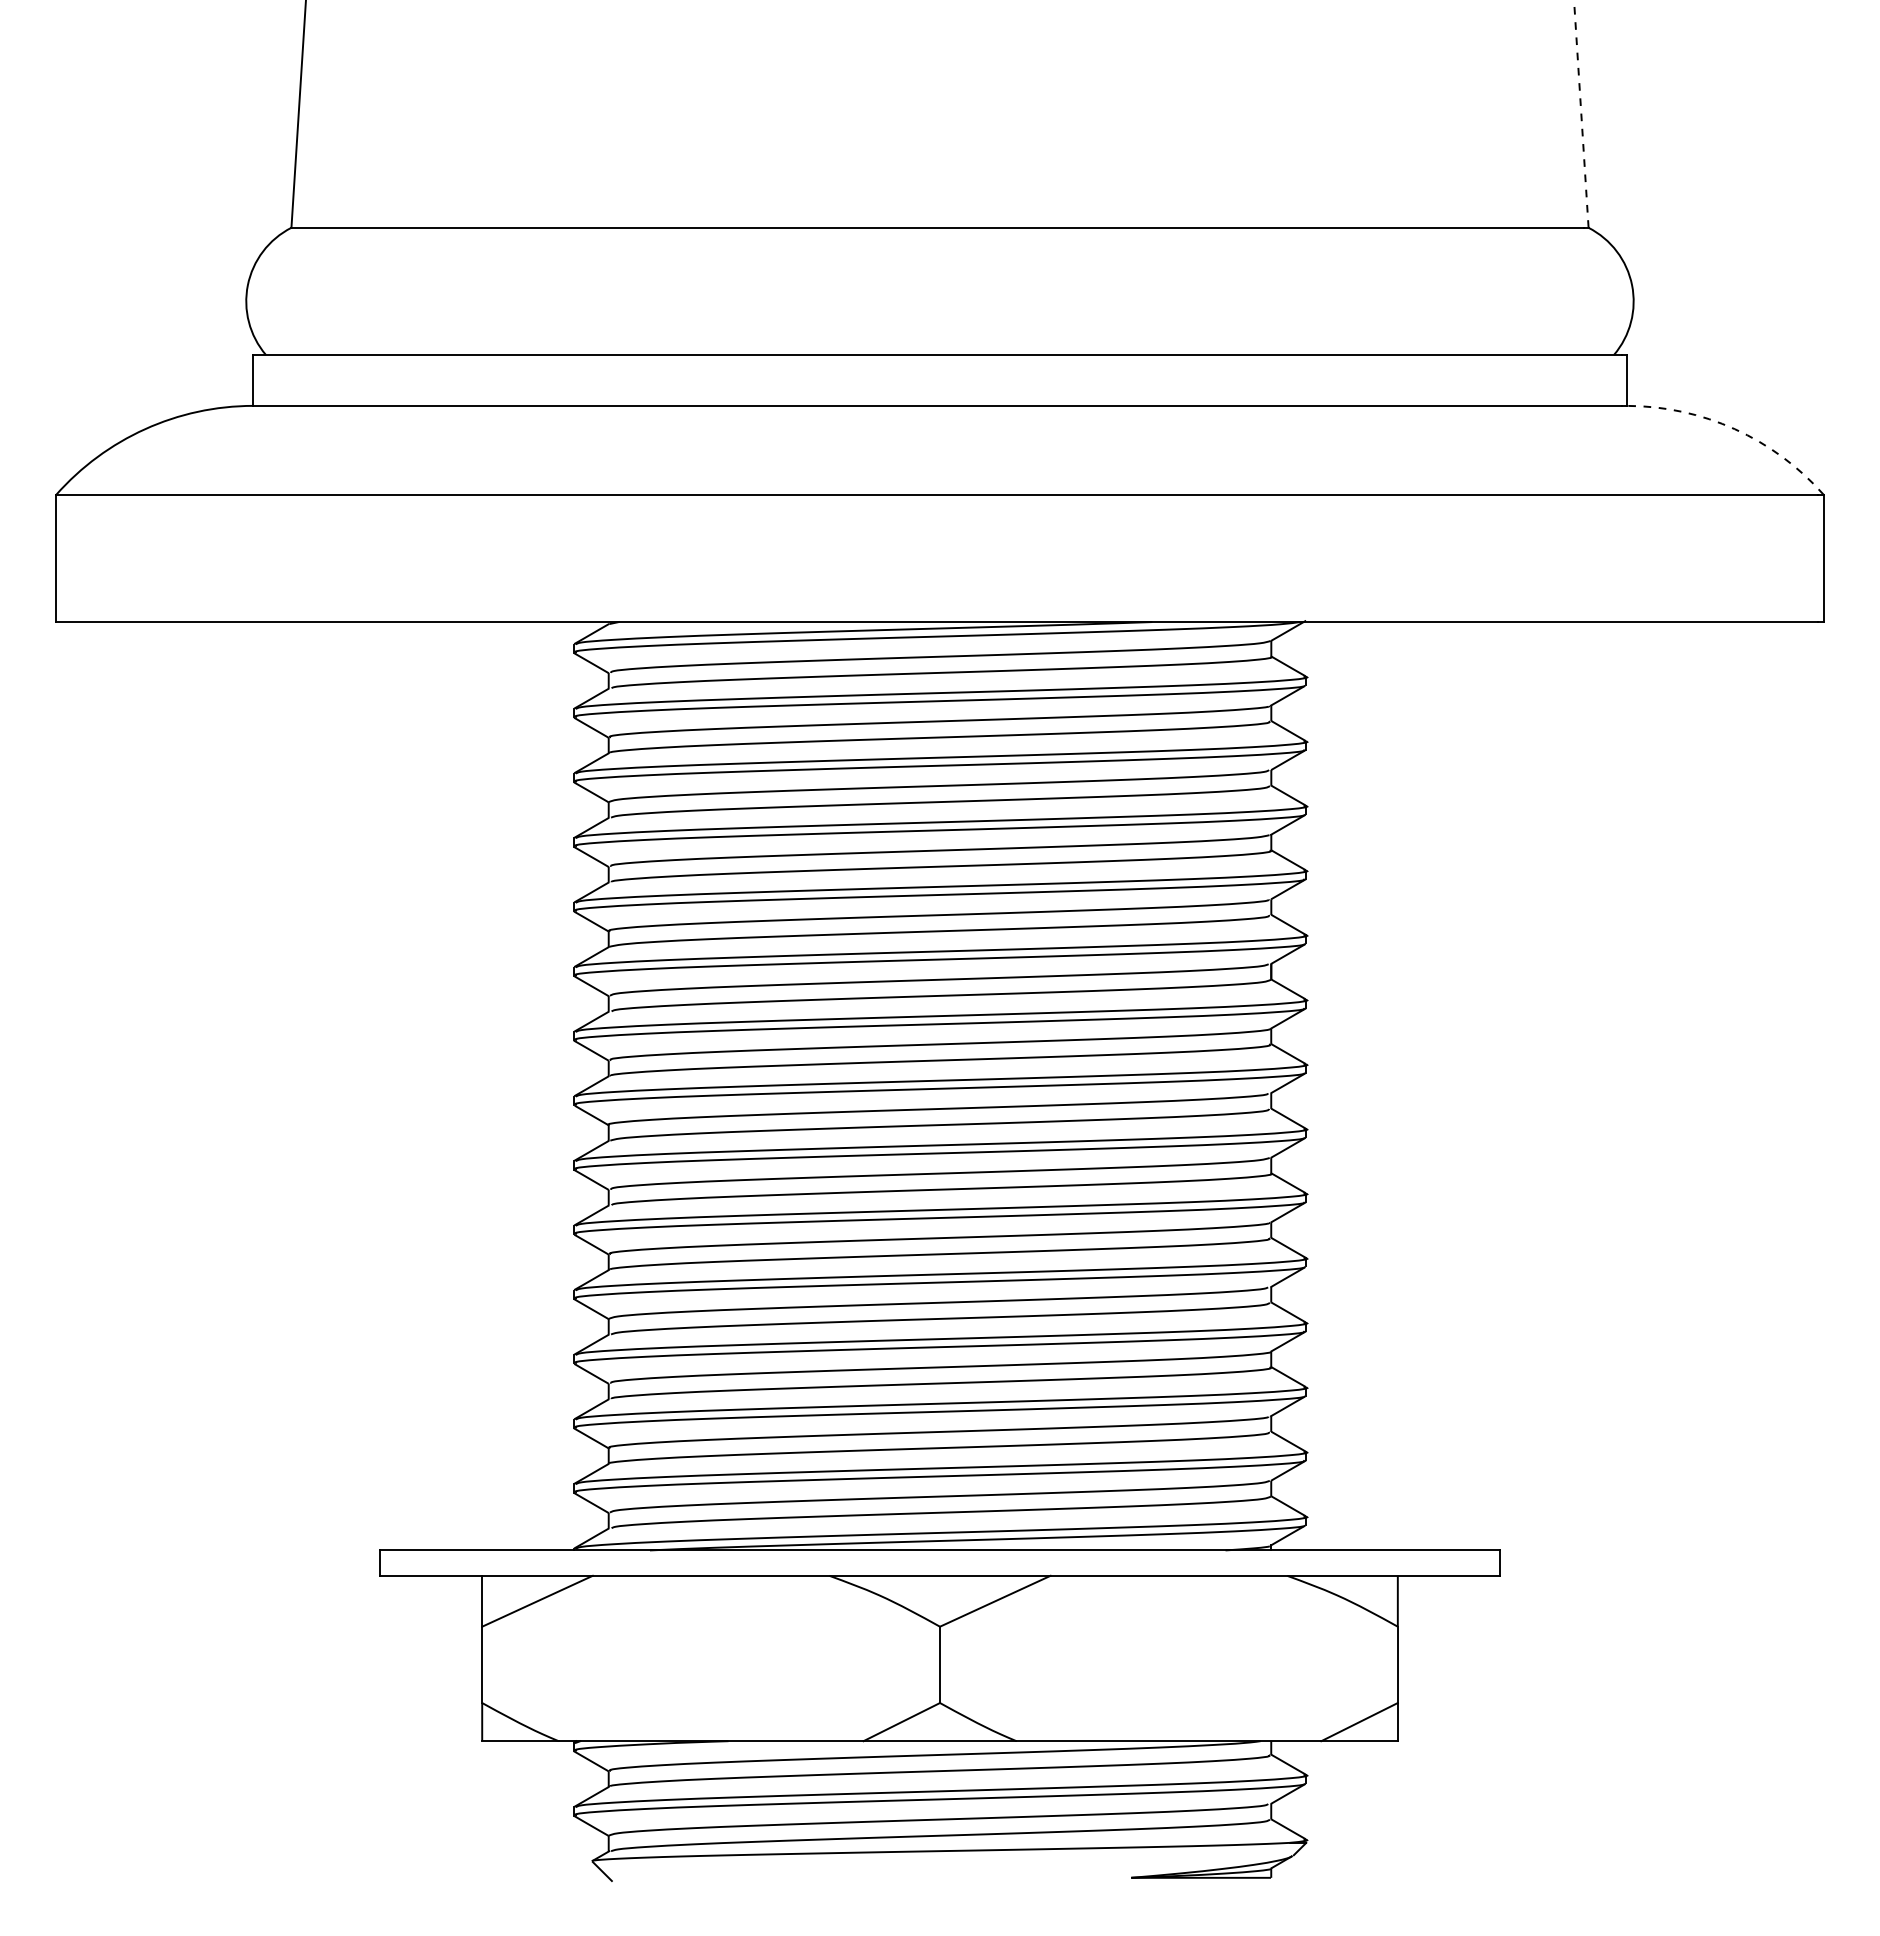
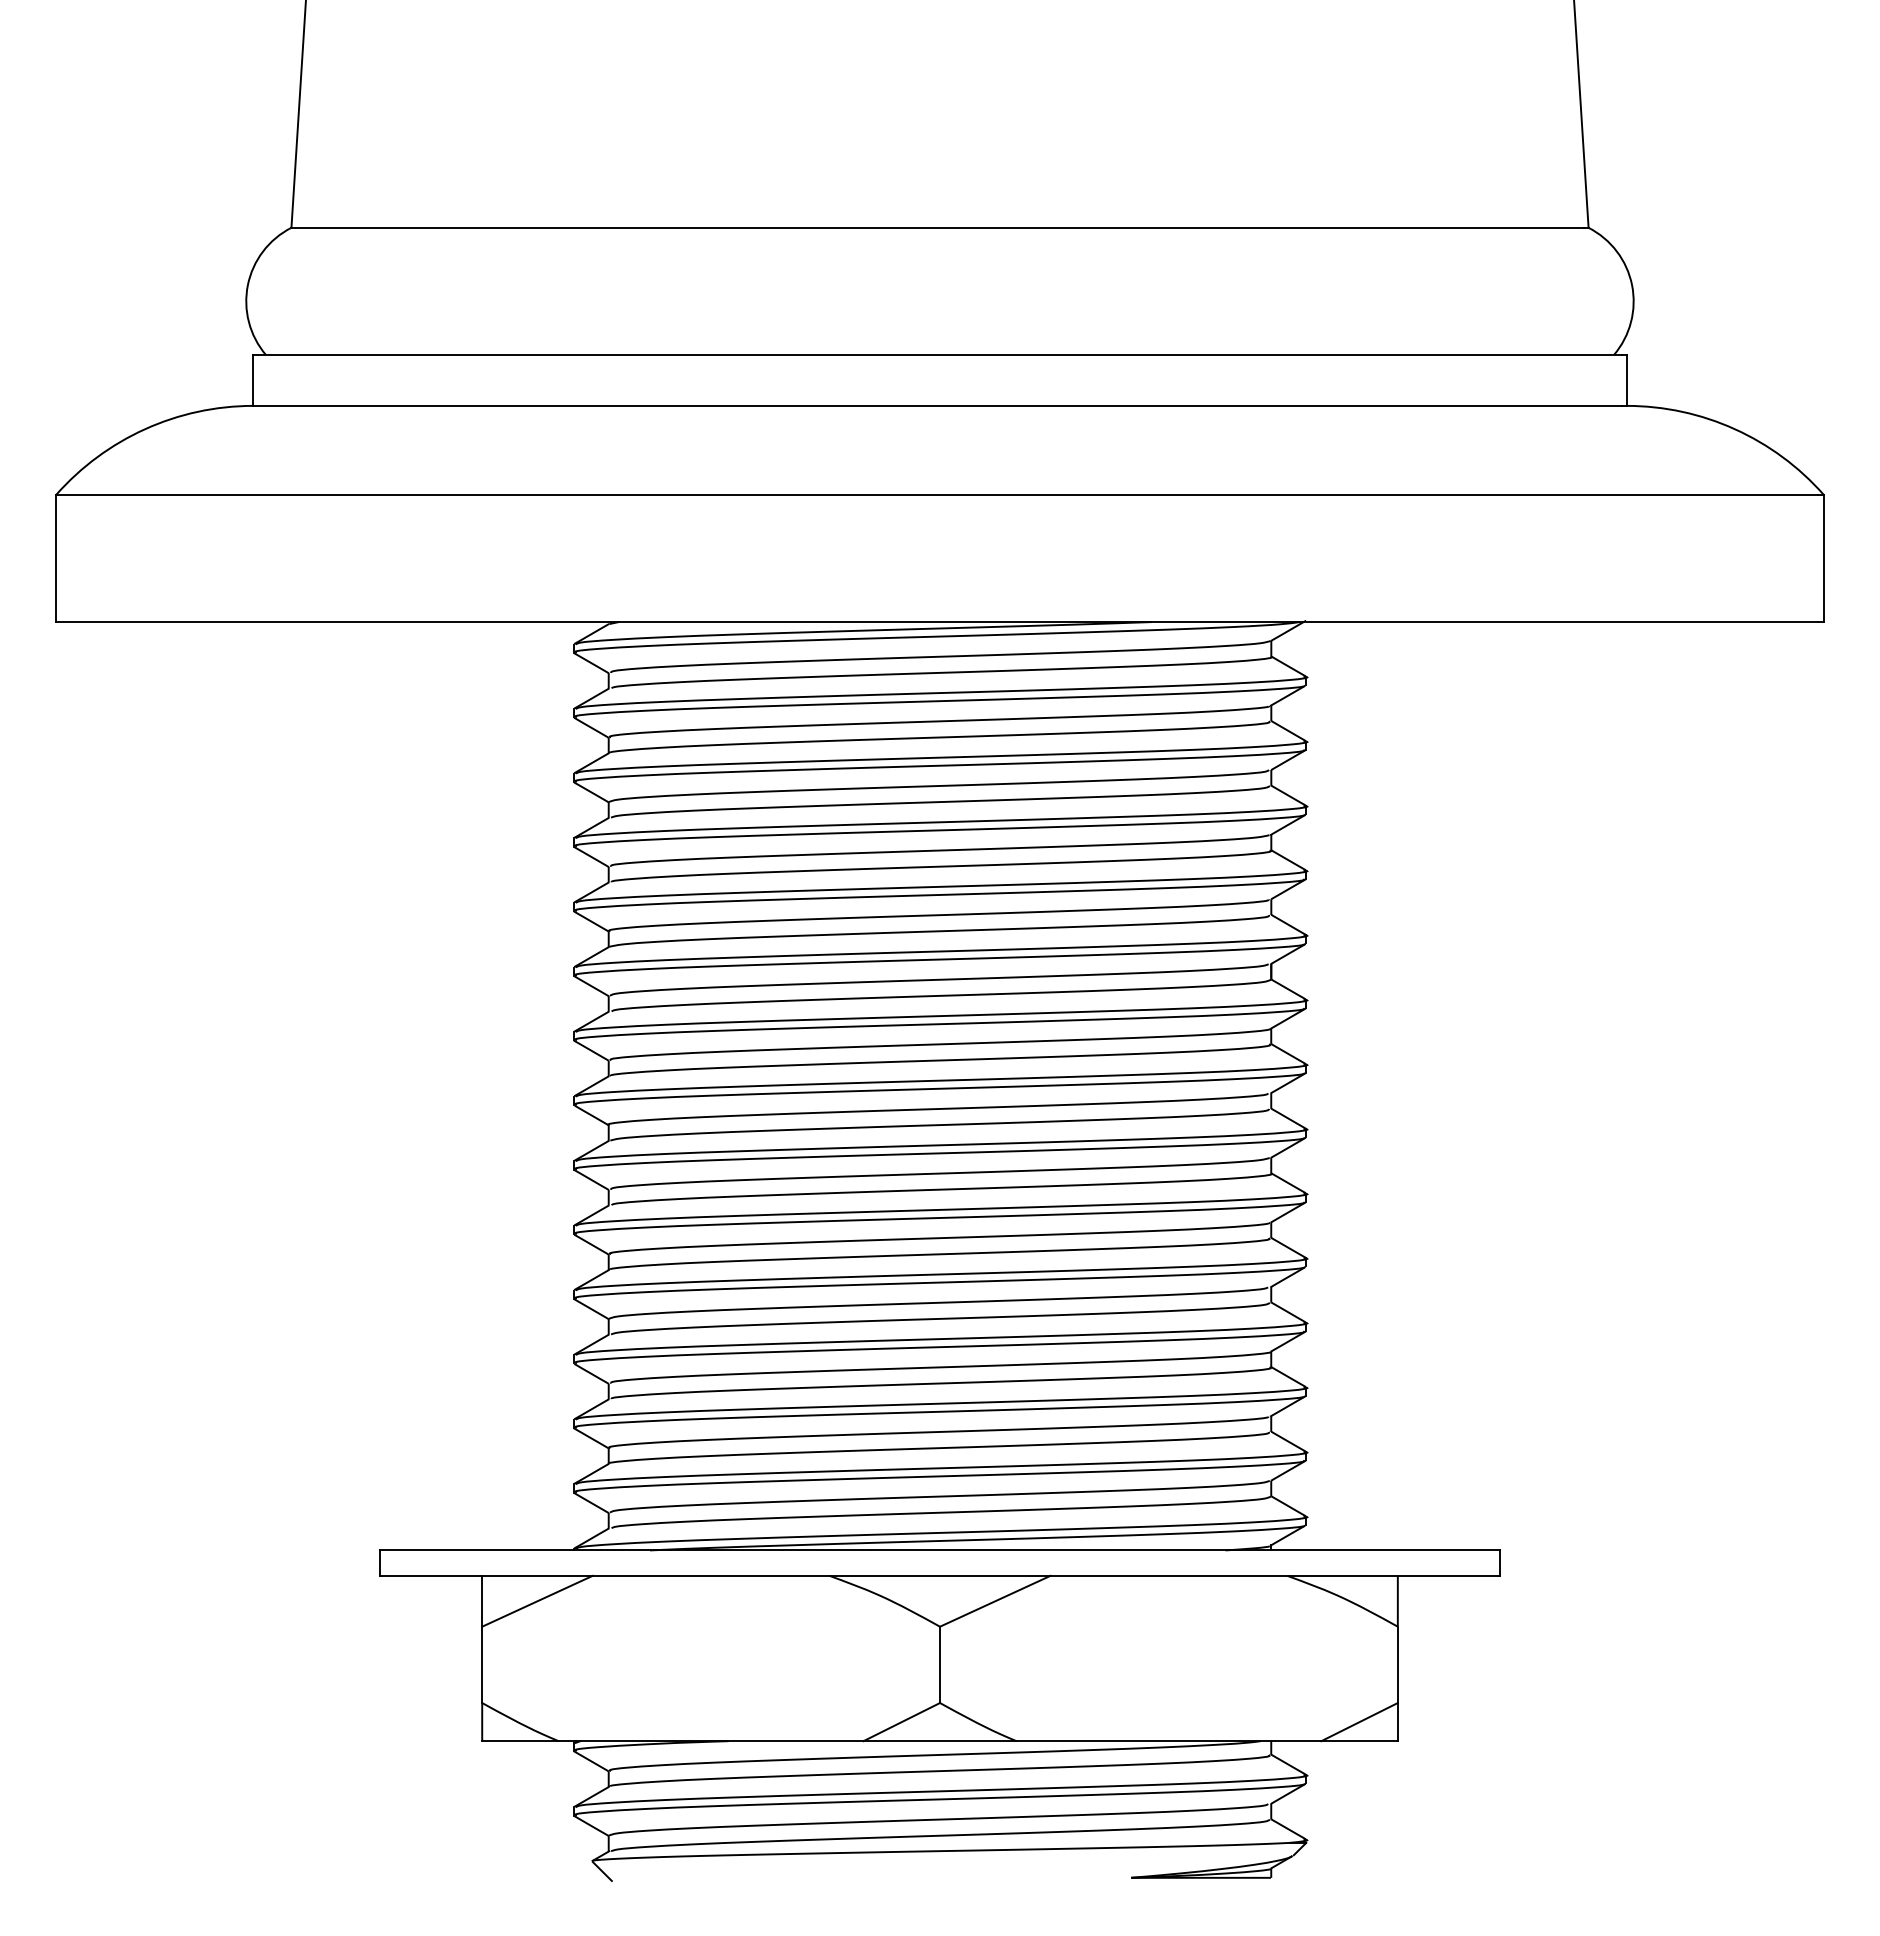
line at (1581, 114): dashed -> solid
arc at (1734, 429): dashed -> solid
